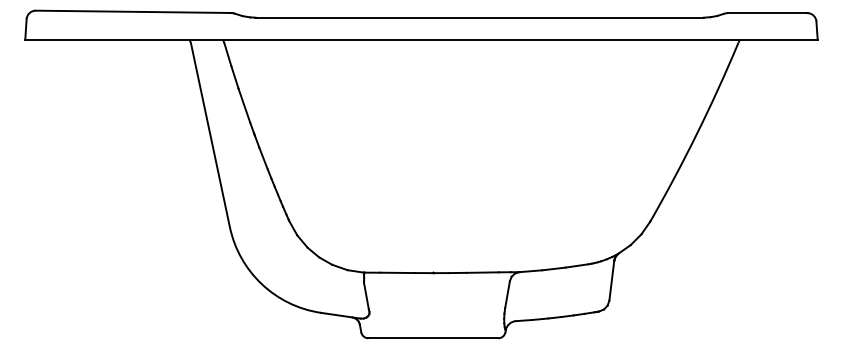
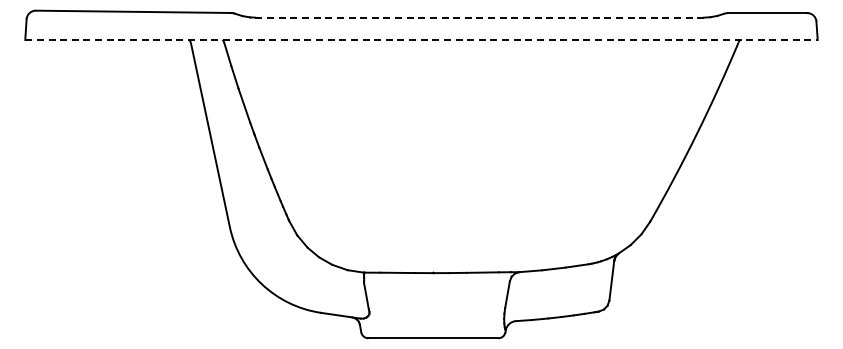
line at (480, 17): solid -> dashed
line at (421, 39): solid -> dashed
